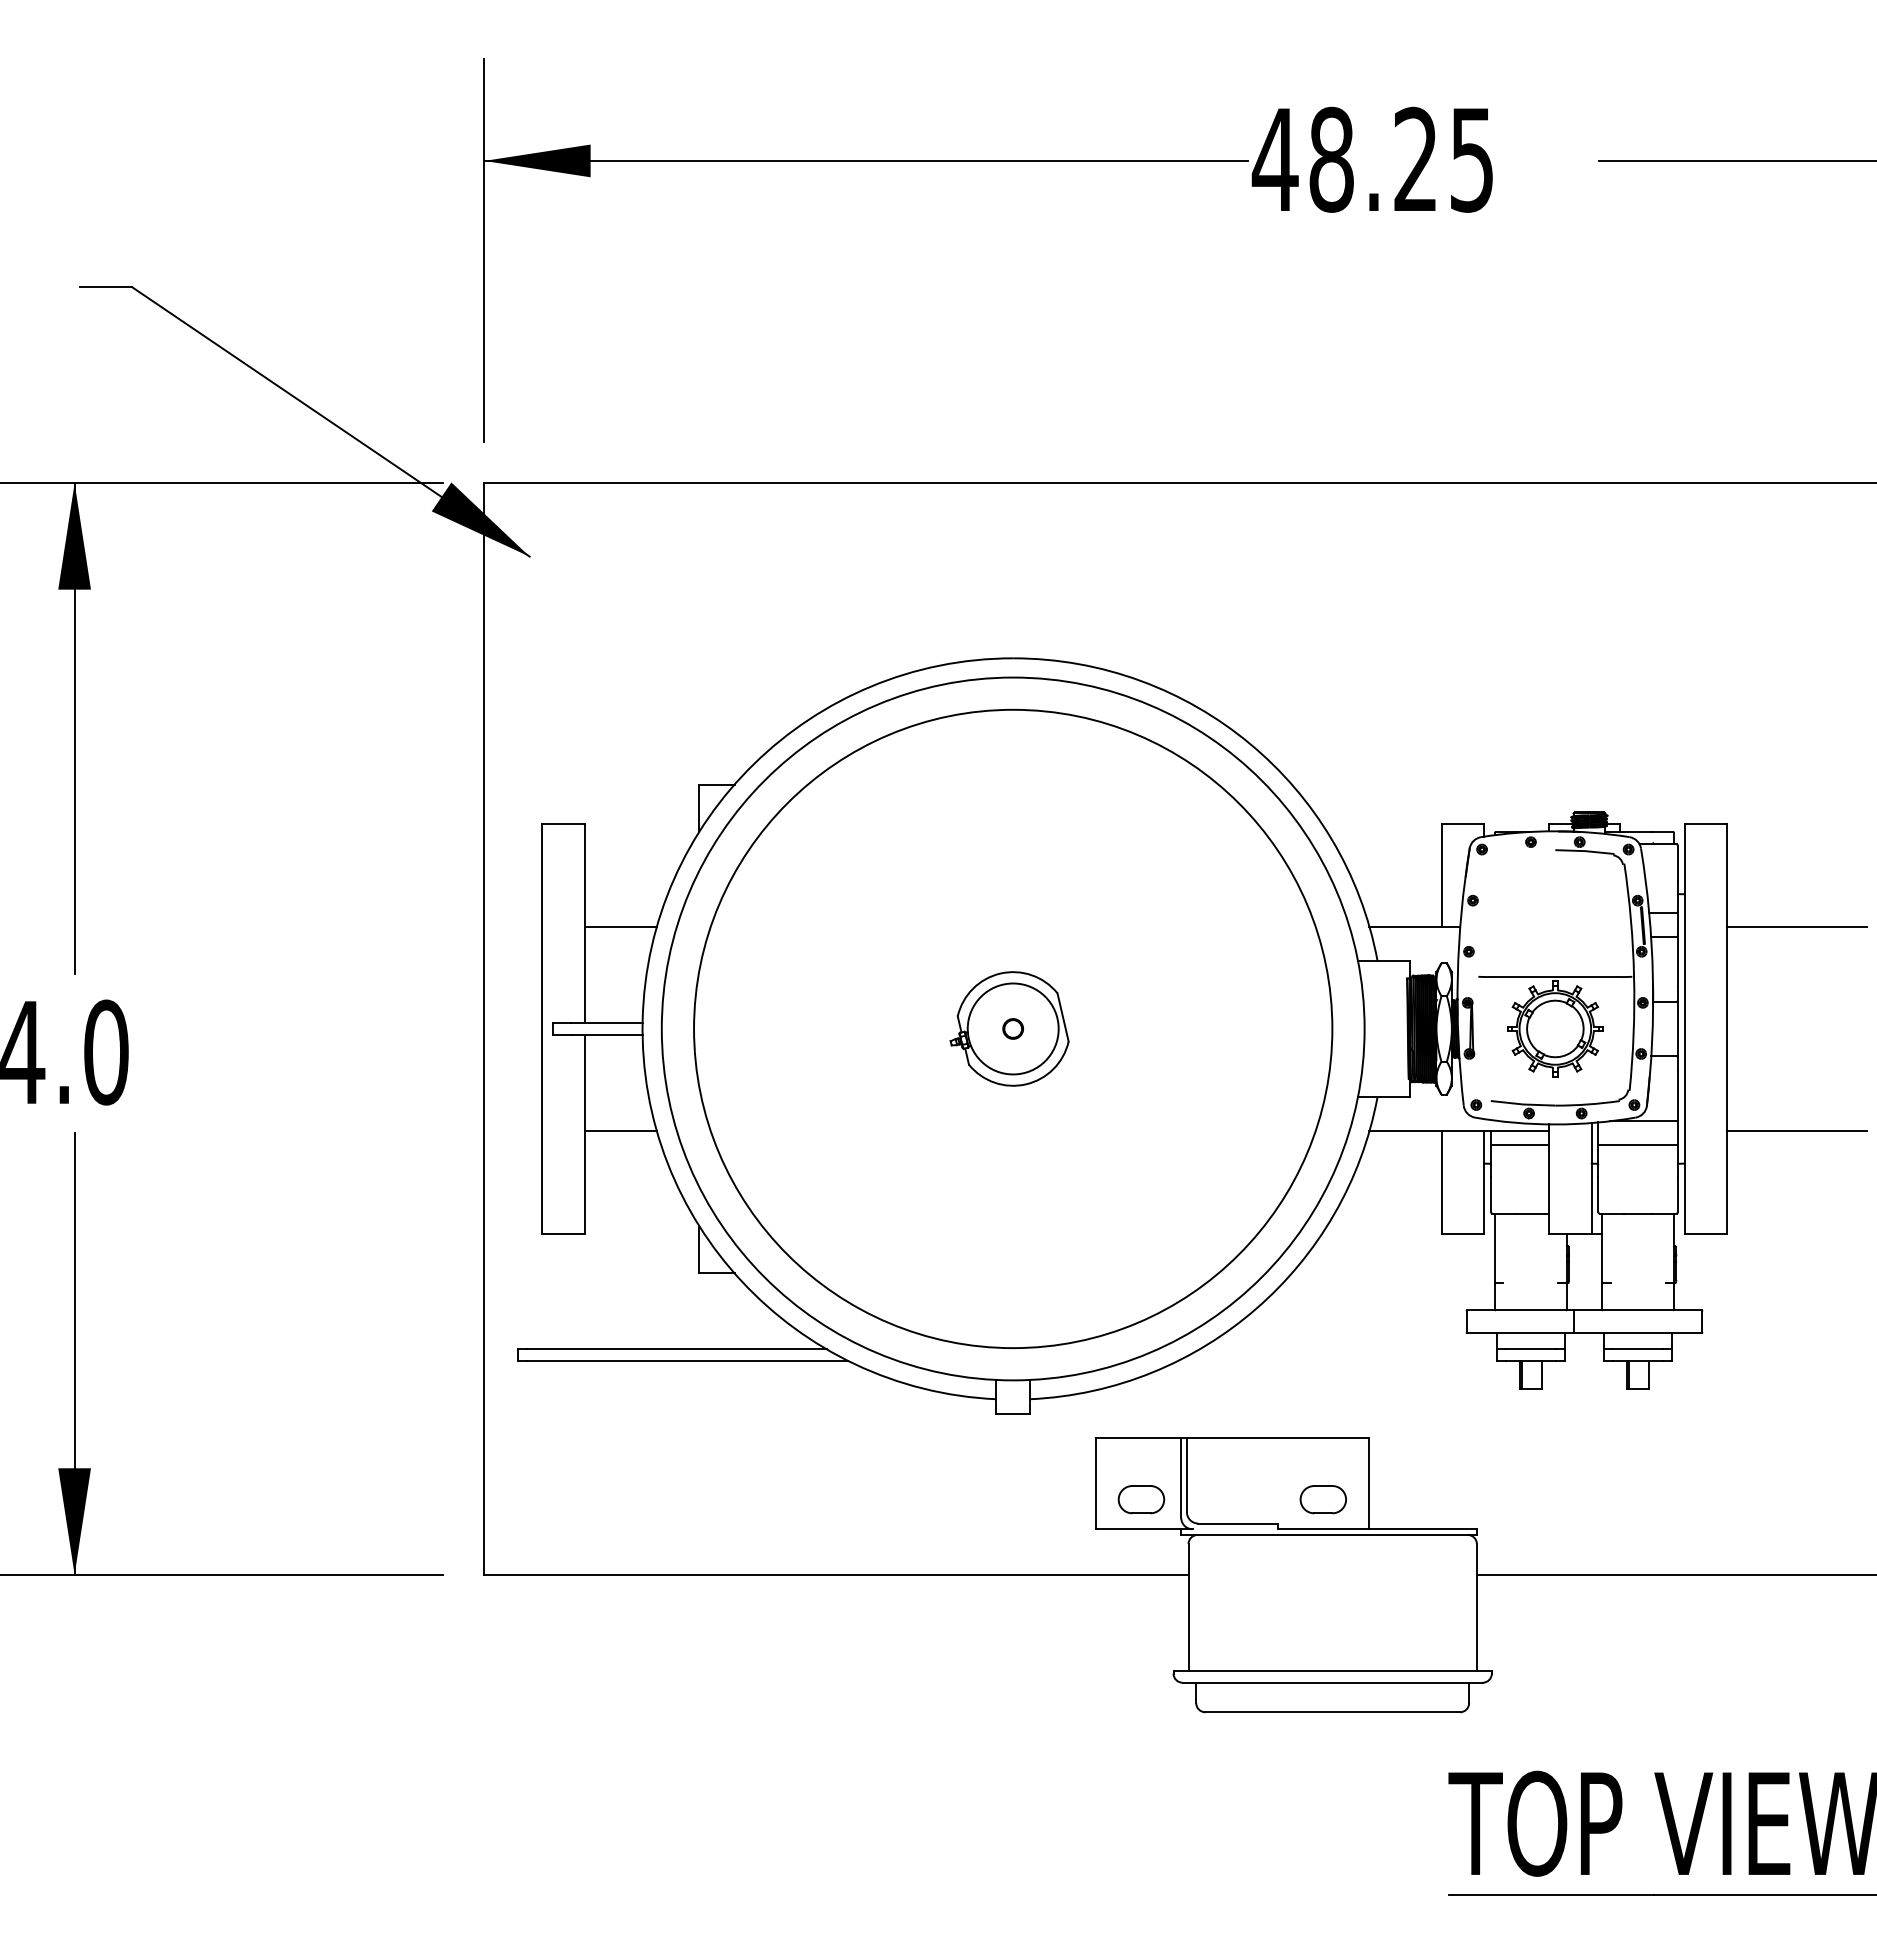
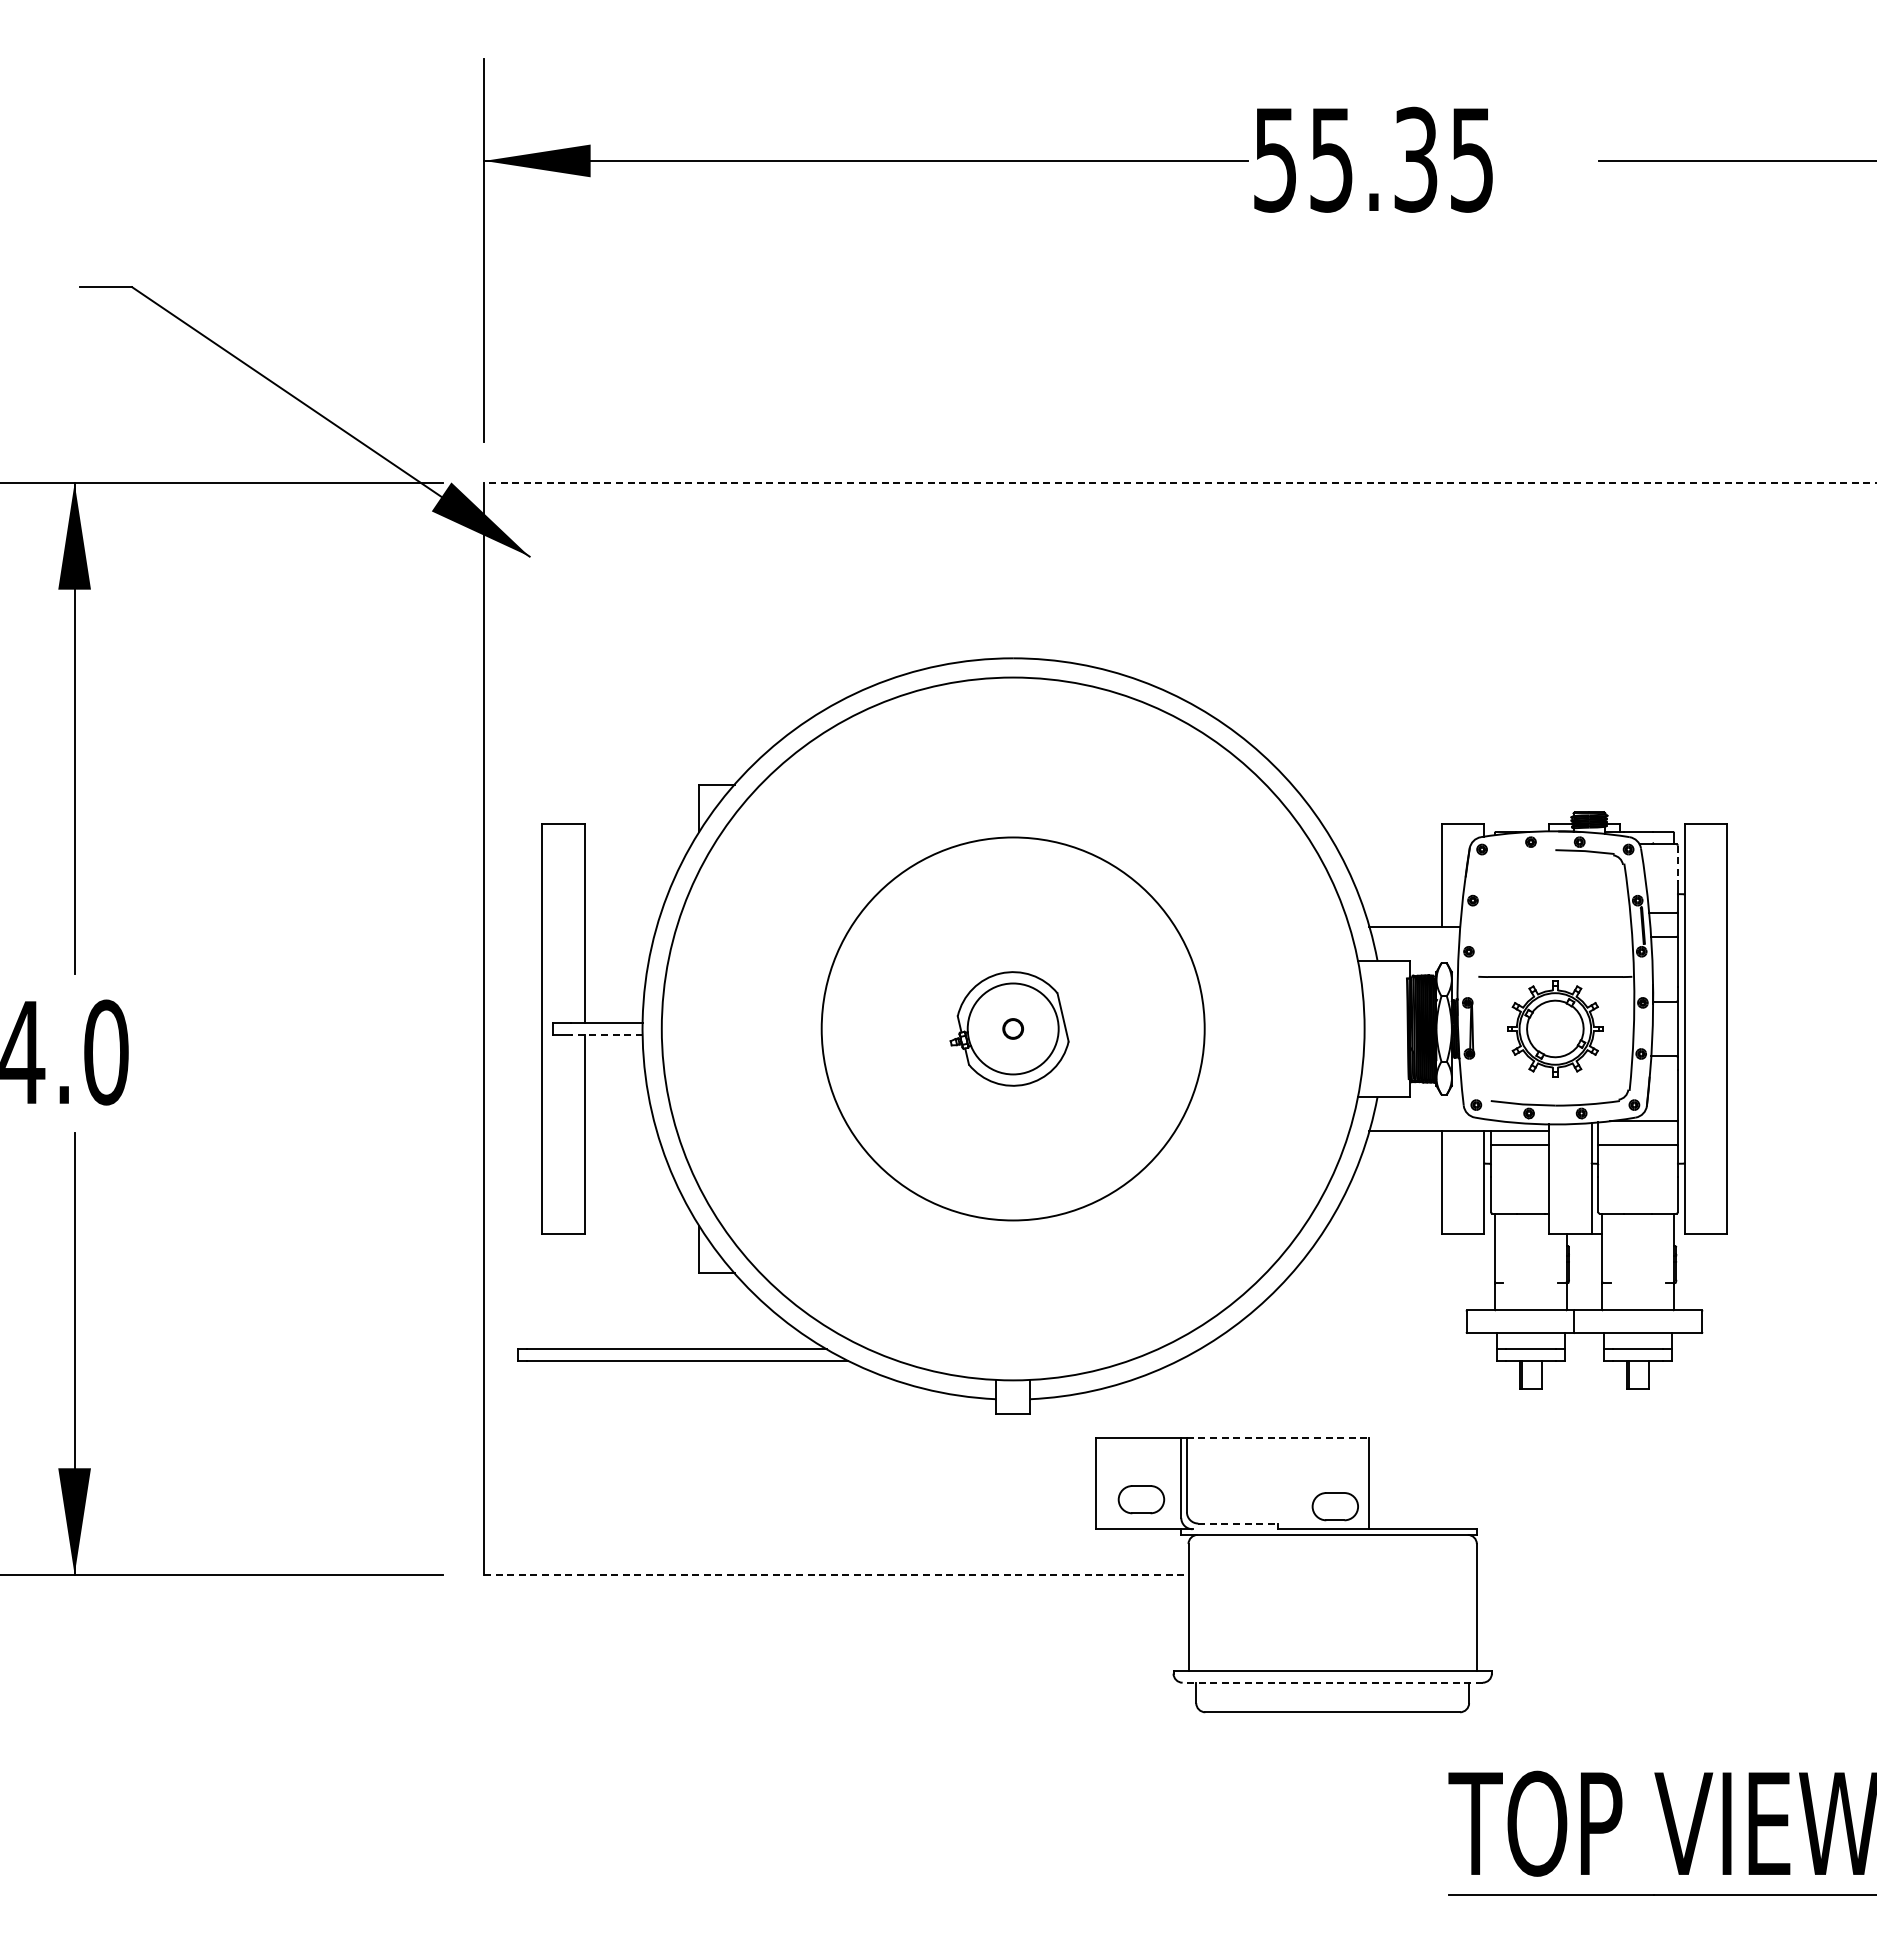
text at (1344, 159): 48.25 -> 55.35
line at (1179, 483): solid -> dashed
line at (1677, 863): solid -> dashed
line at (620, 926): present -> none
line at (1796, 926): present -> none
circle at (1013, 1028) diameter: 638 px -> 383 px
line at (606, 1034): solid -> dashed
line at (620, 1131): present -> none
line at (1796, 1131): present -> none
line at (1277, 1438): solid -> dashed
part at (1322, 1499) position: (1322, 1499) -> (1334, 1506)
line at (1238, 1523): solid -> dashed
line at (836, 1574): solid -> dashed
line at (1674, 1574): present -> none
line at (1332, 1682): solid -> dashed
